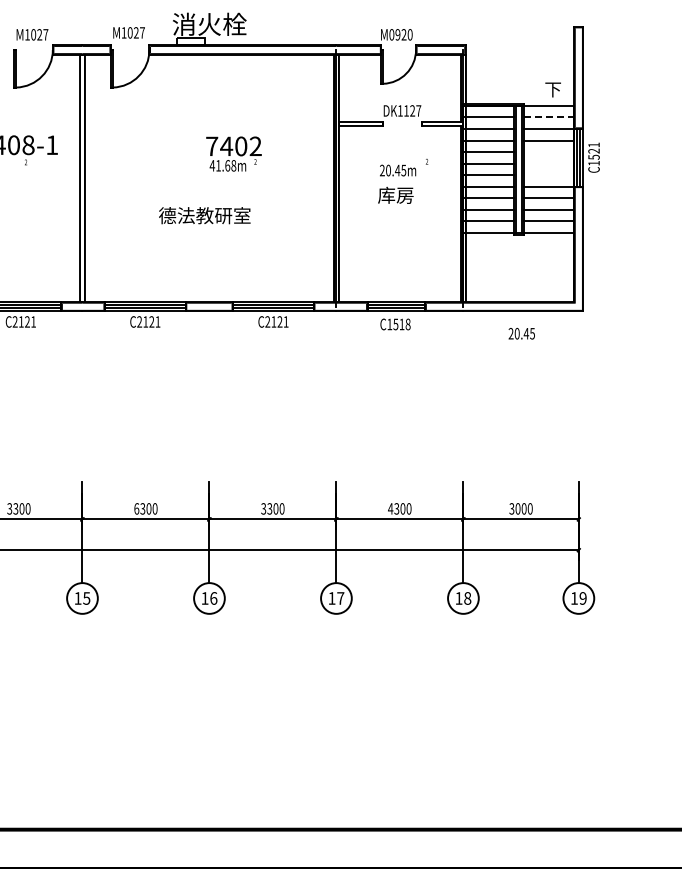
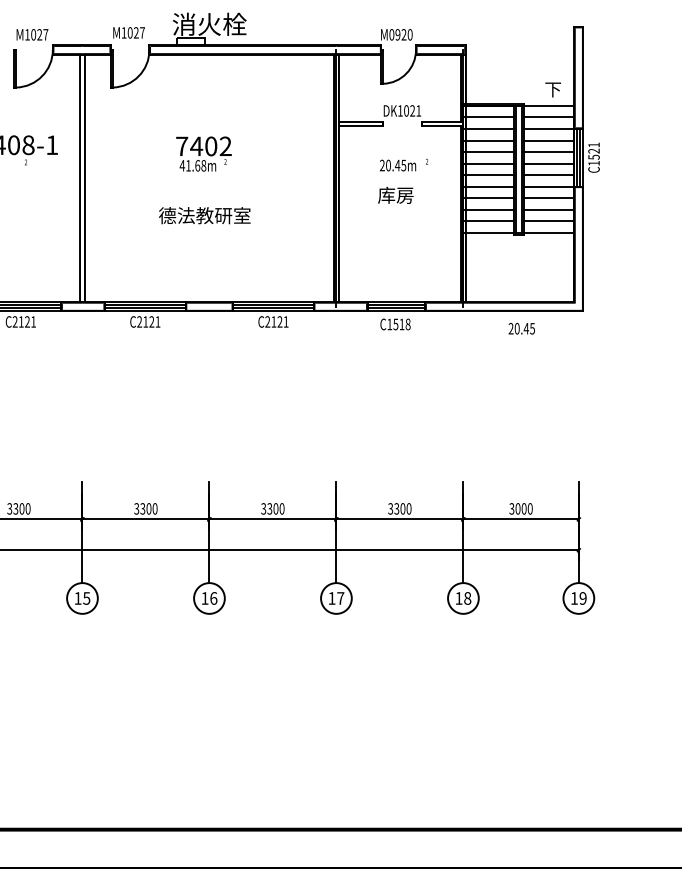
text at (412, 110): DK1127 -> DK1021
line at (549, 117): dashed -> solid
line at (549, 152): none -> present
text at (233, 153) position: (233, 153) -> (203, 153)
line at (549, 163): none -> present
text at (398, 170) position: (398, 170) -> (398, 165)
line at (549, 175): none -> present
text at (521, 333) position: (521, 333) -> (521, 328)
text at (136, 508): 6300 -> 3300
text at (390, 508): 4300 -> 3300
